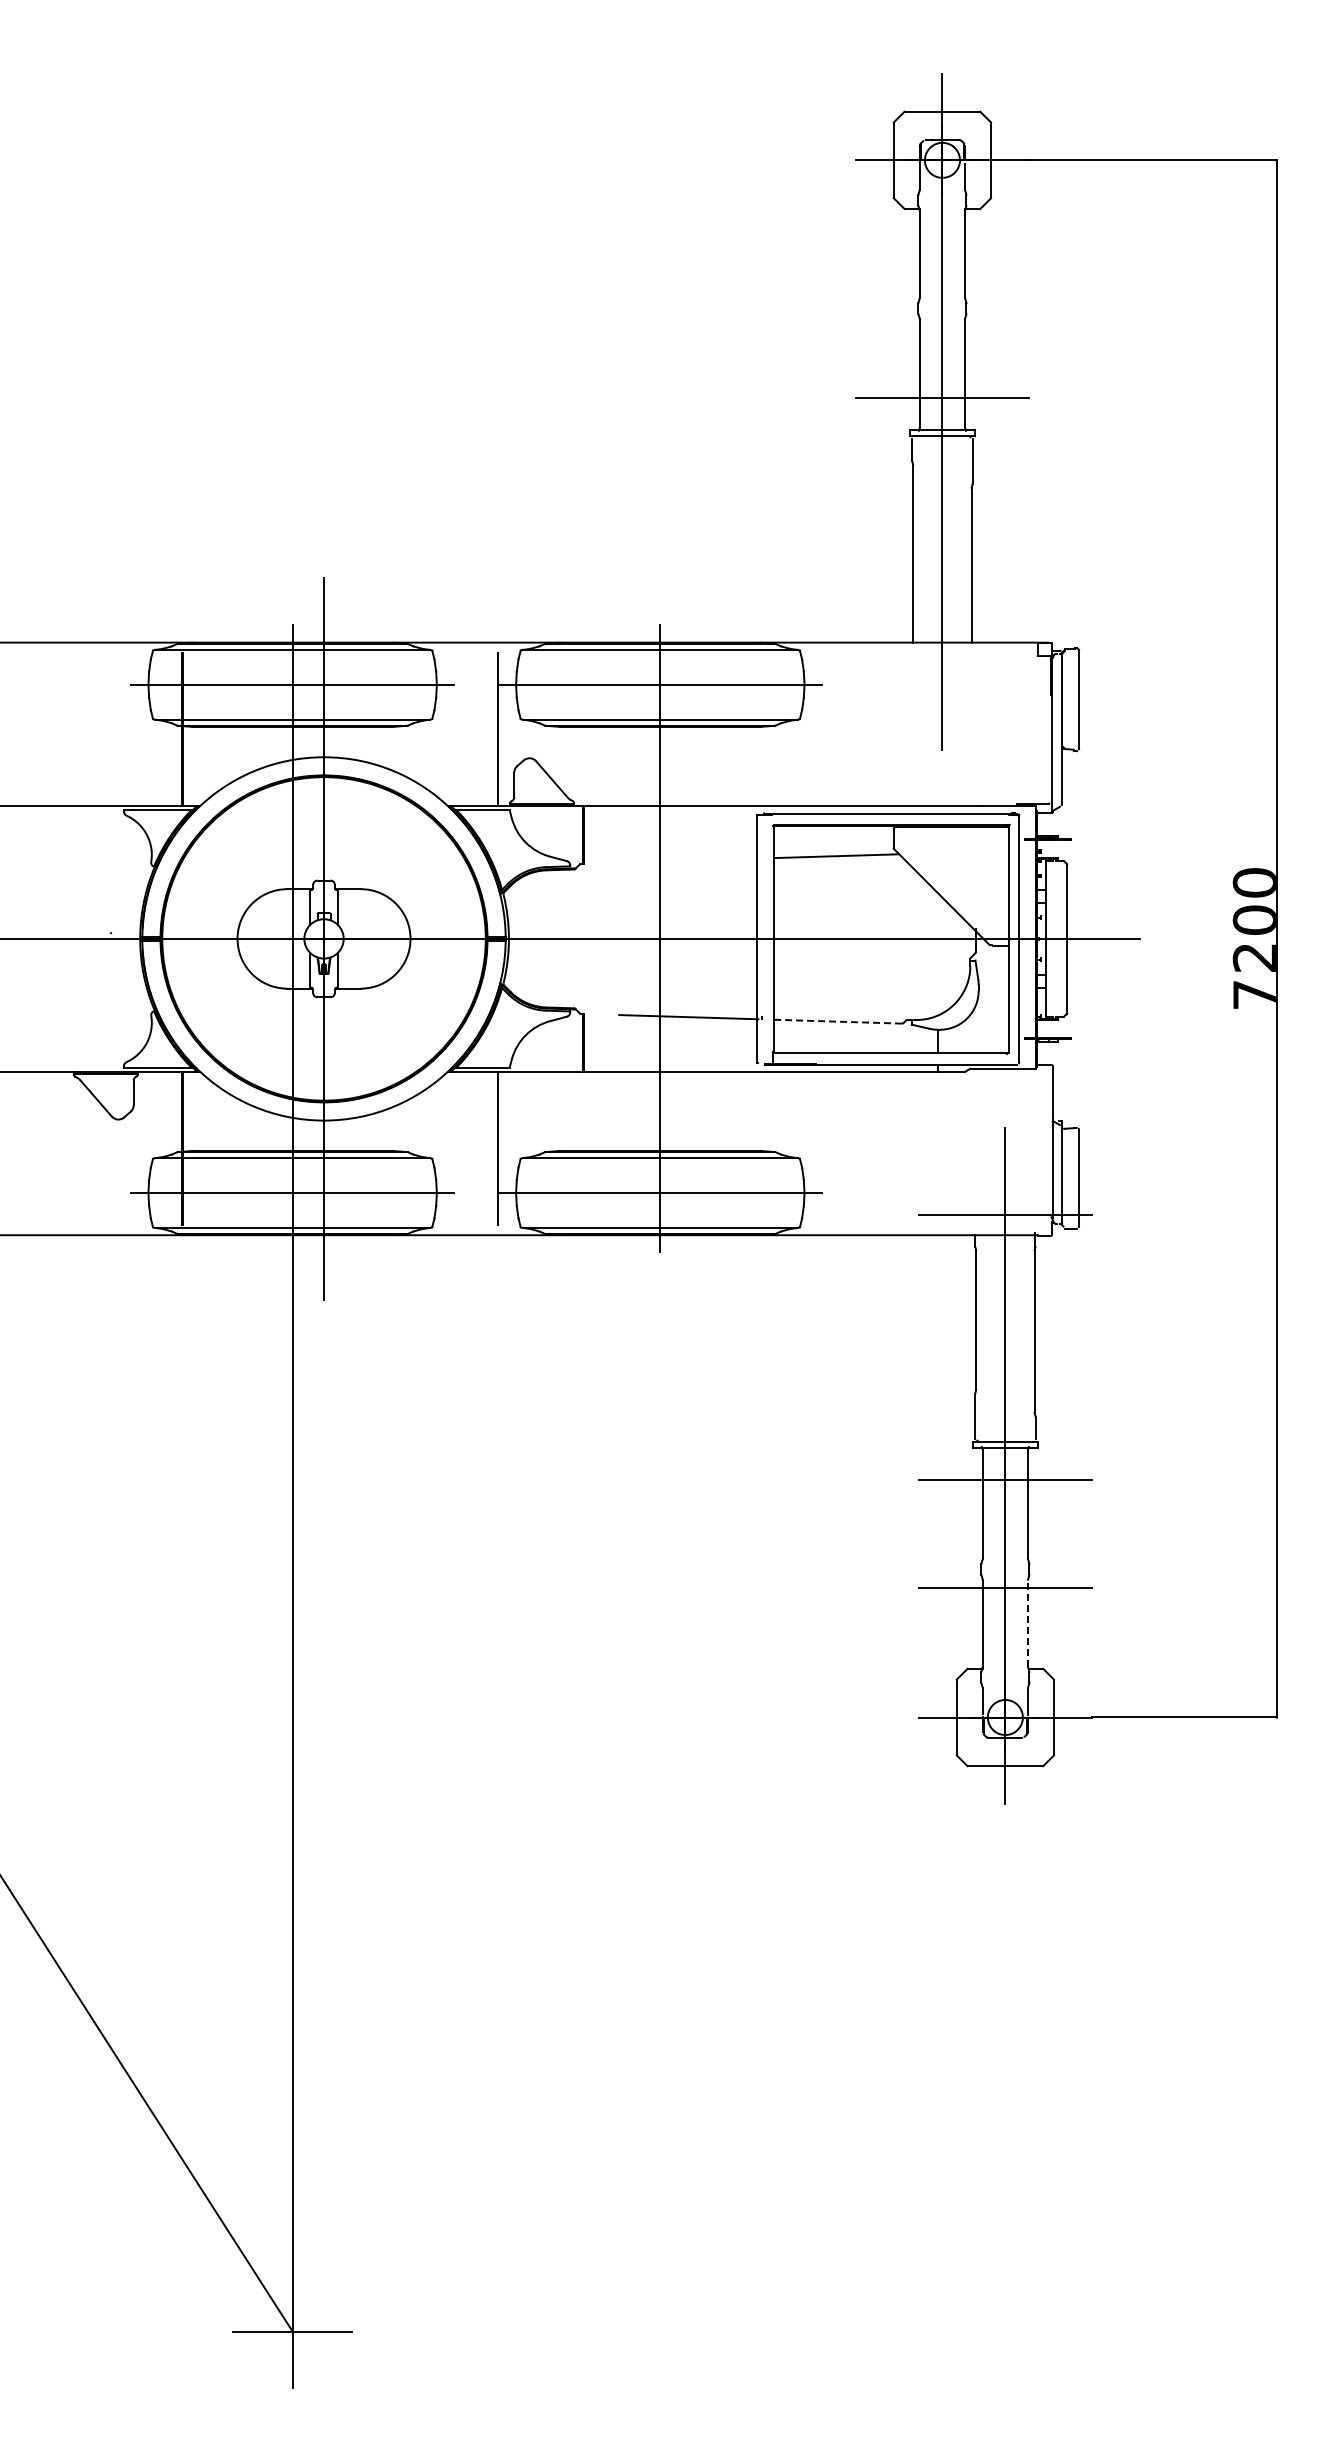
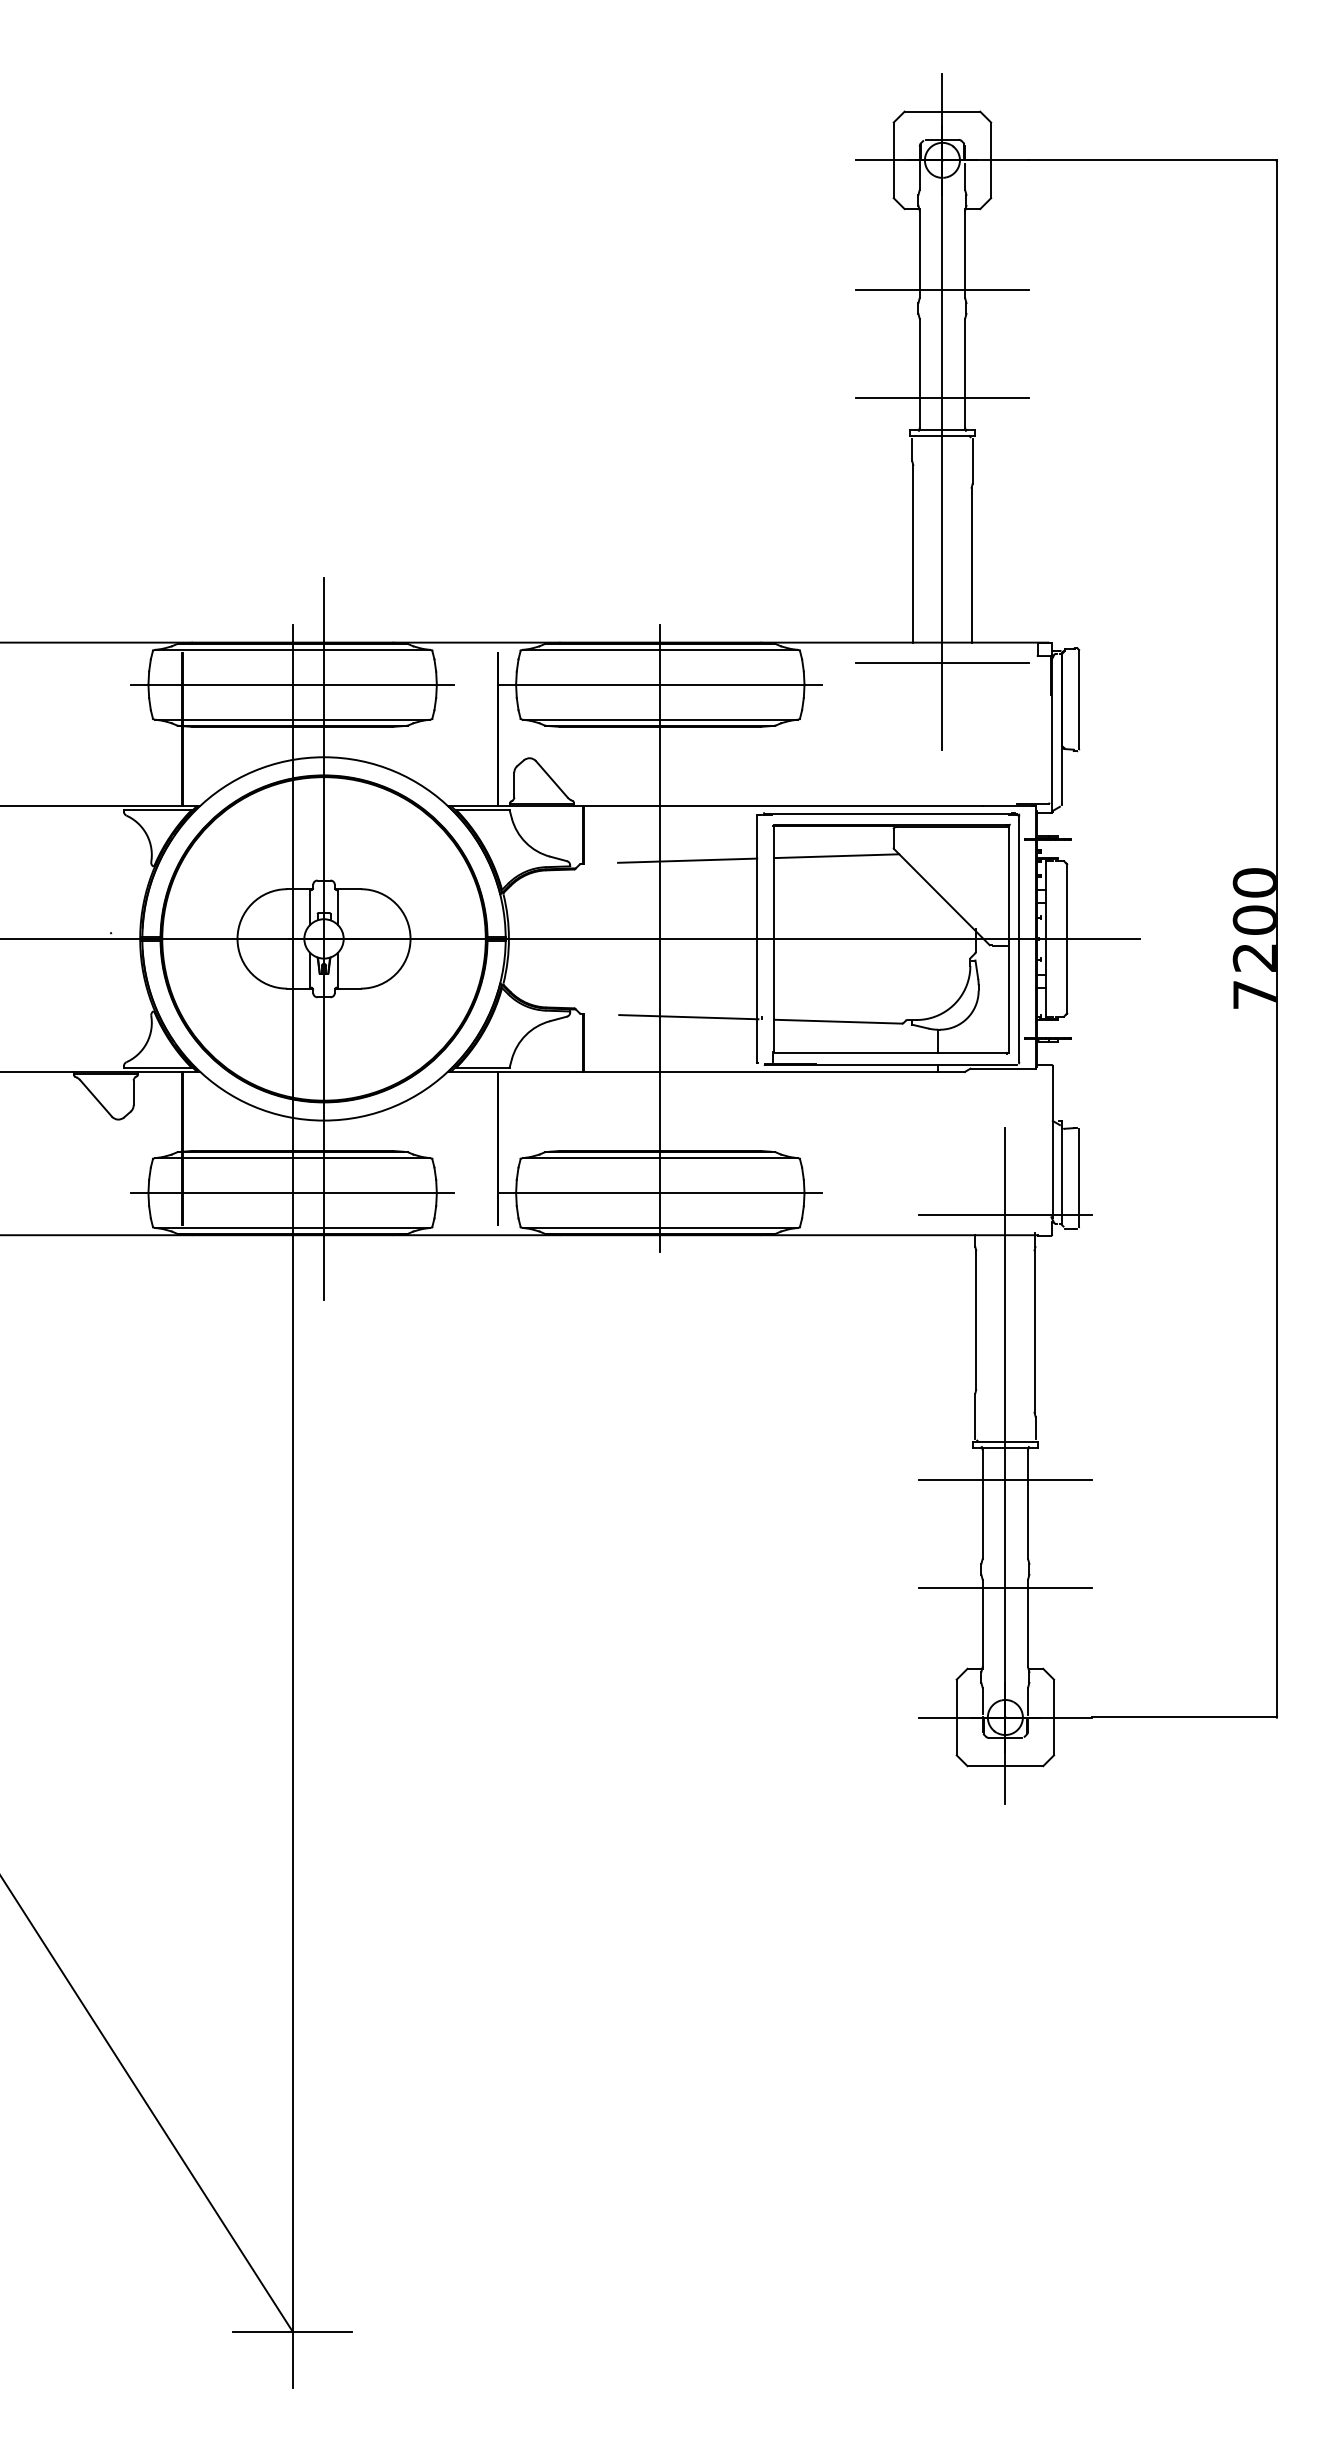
line at (941, 290): none -> present
line at (941, 663): none -> present
line at (687, 860): none -> present
line at (838, 1021): dashed -> solid
line at (1028, 1623): dashed -> solid
